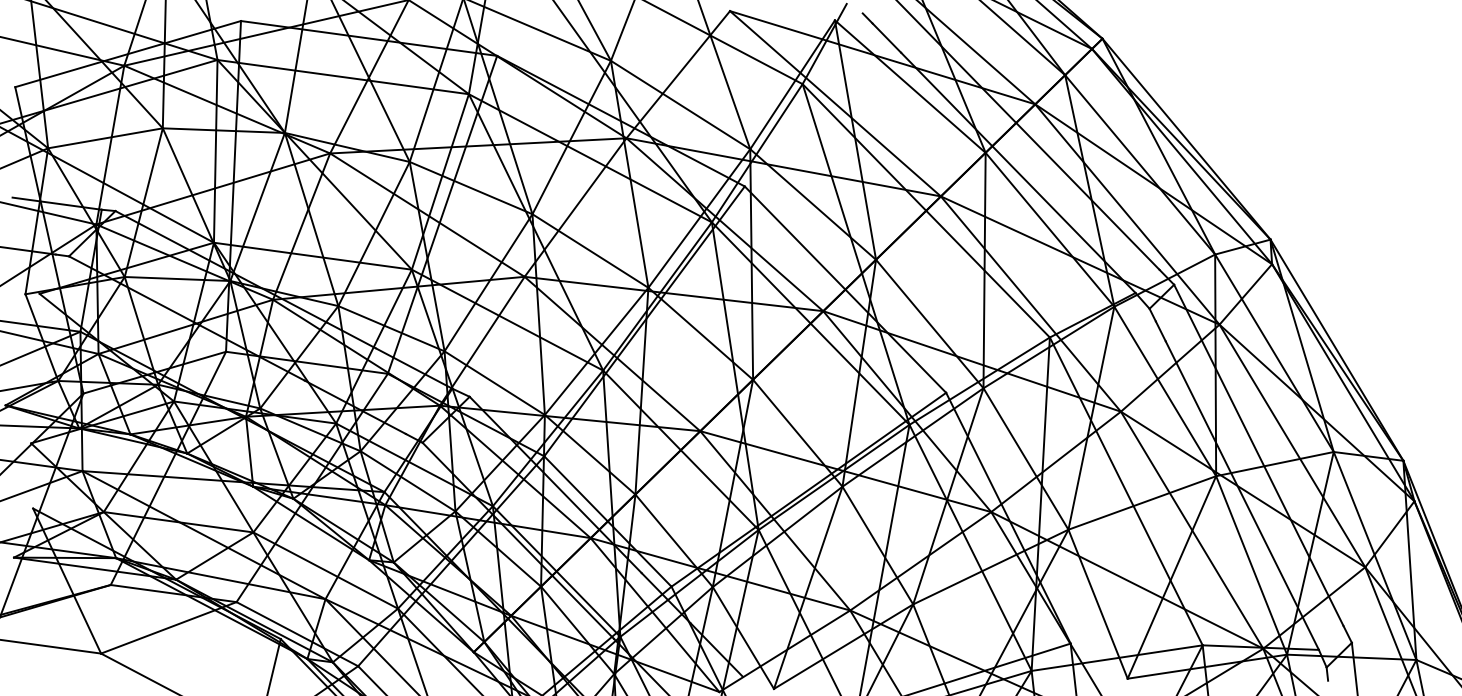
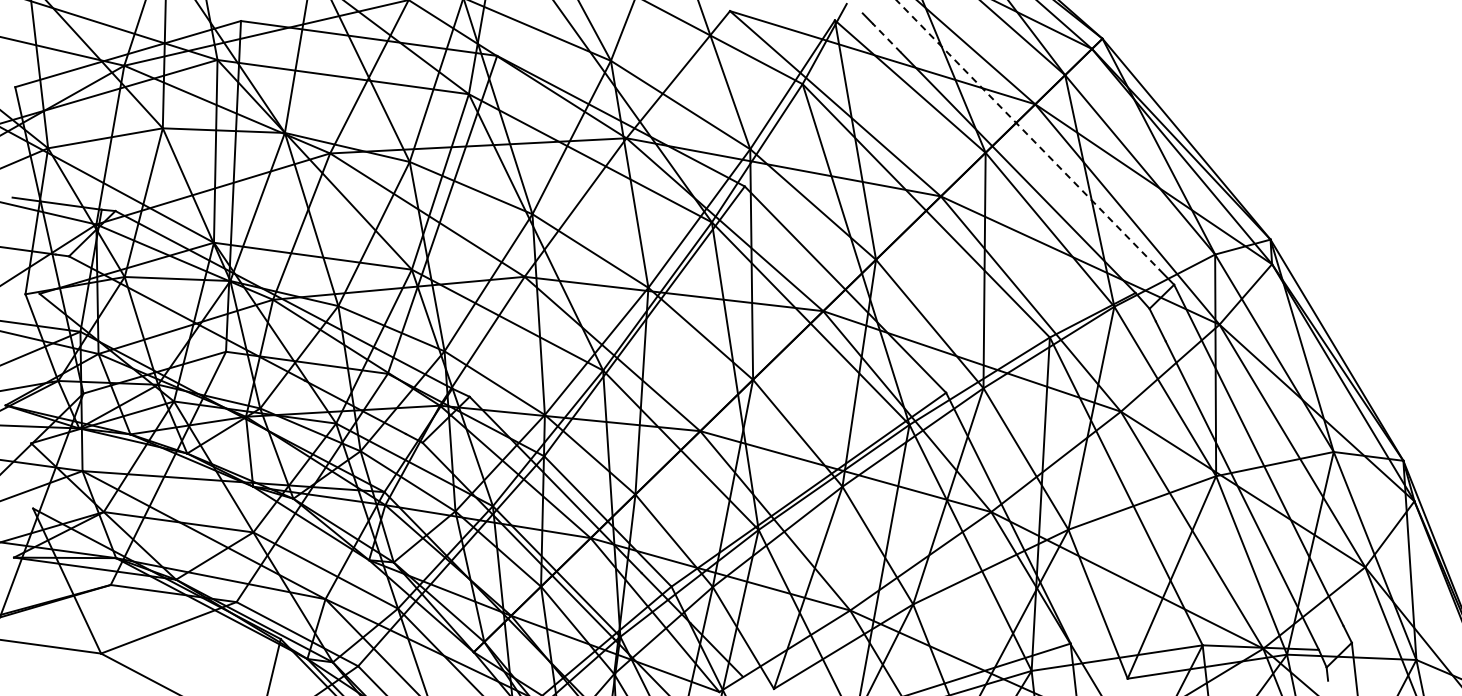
line at (886, 37): solid -> dashed
line at (1028, 135): solid -> dashed
